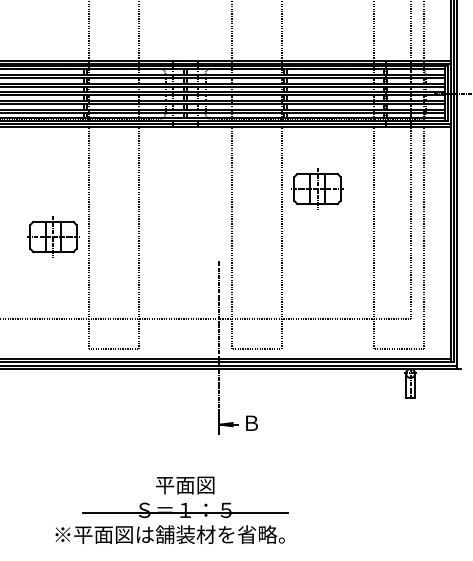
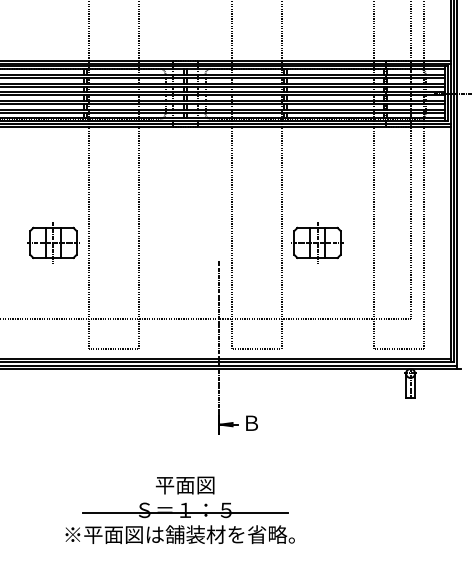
part at (317, 188) position: (317, 188) -> (317, 242)
part at (53, 236) position: (53, 236) -> (53, 242)
text at (169, 534) position: (169, 534) -> (179, 534)
